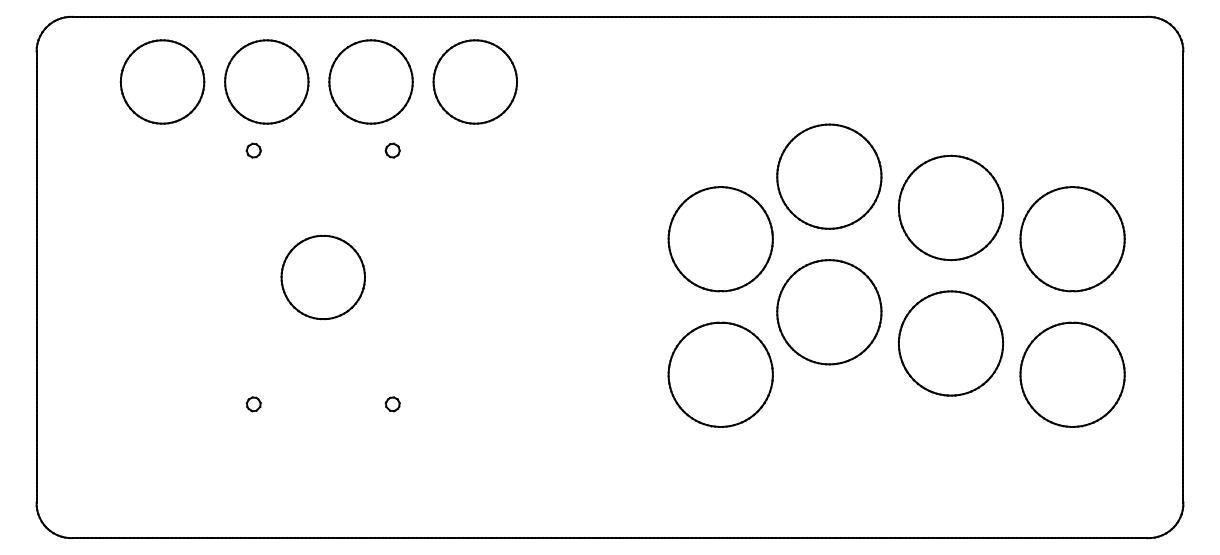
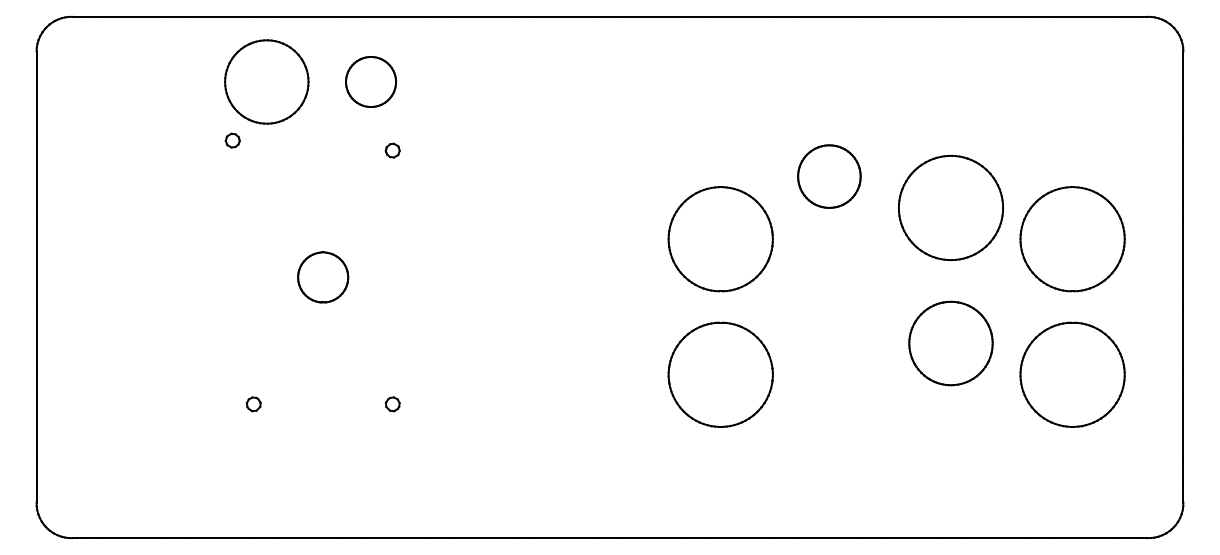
part at (162, 81): present -> none
part at (370, 81) size: 86x86 px -> 52x52 px
part at (474, 81): present -> none
part at (253, 150) position: (253, 150) -> (232, 140)
part at (829, 176) size: 107x107 px -> 65x65 px
part at (322, 277) size: 86x87 px -> 53x53 px
part at (829, 312): present -> none
part at (950, 343) size: 108x107 px -> 86x87 px
